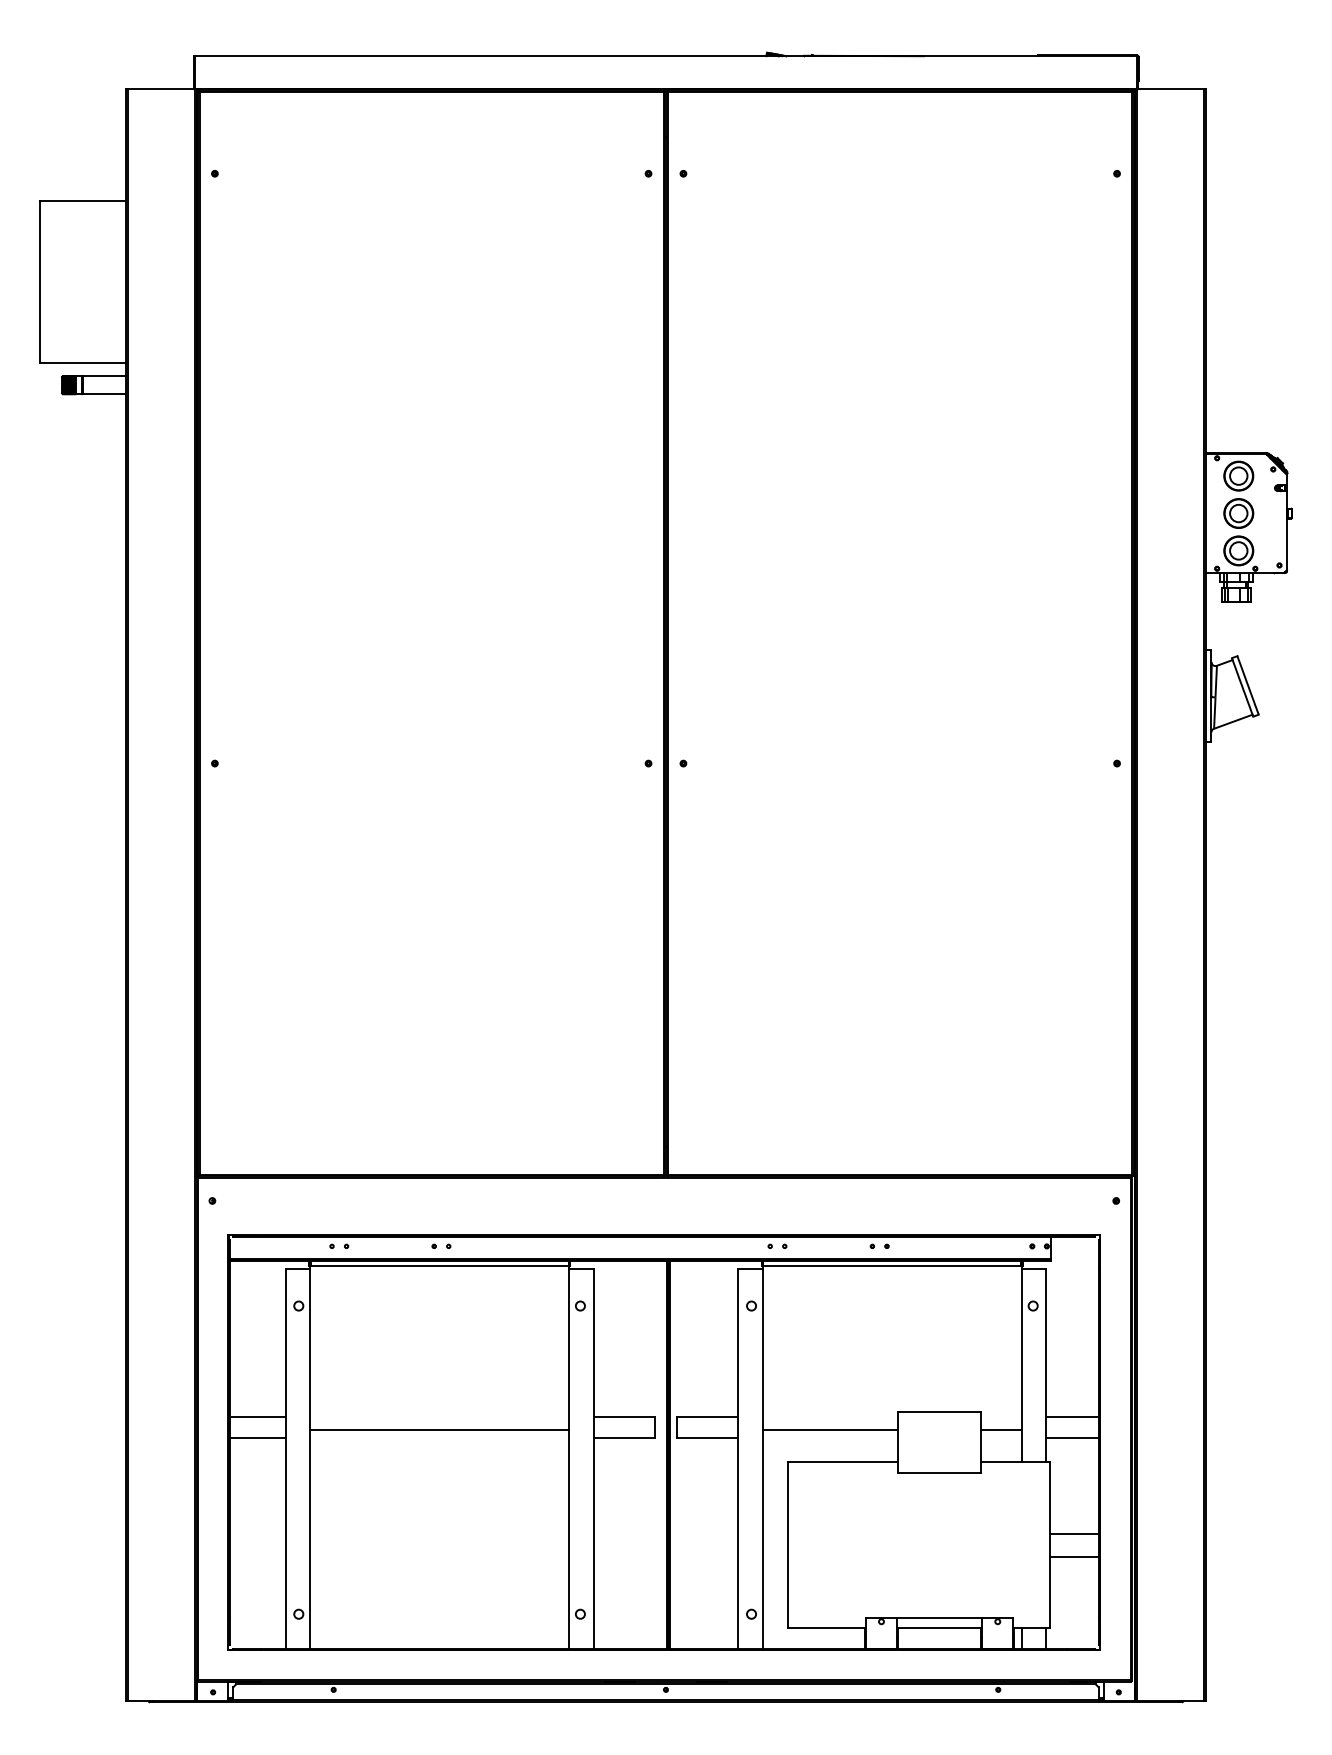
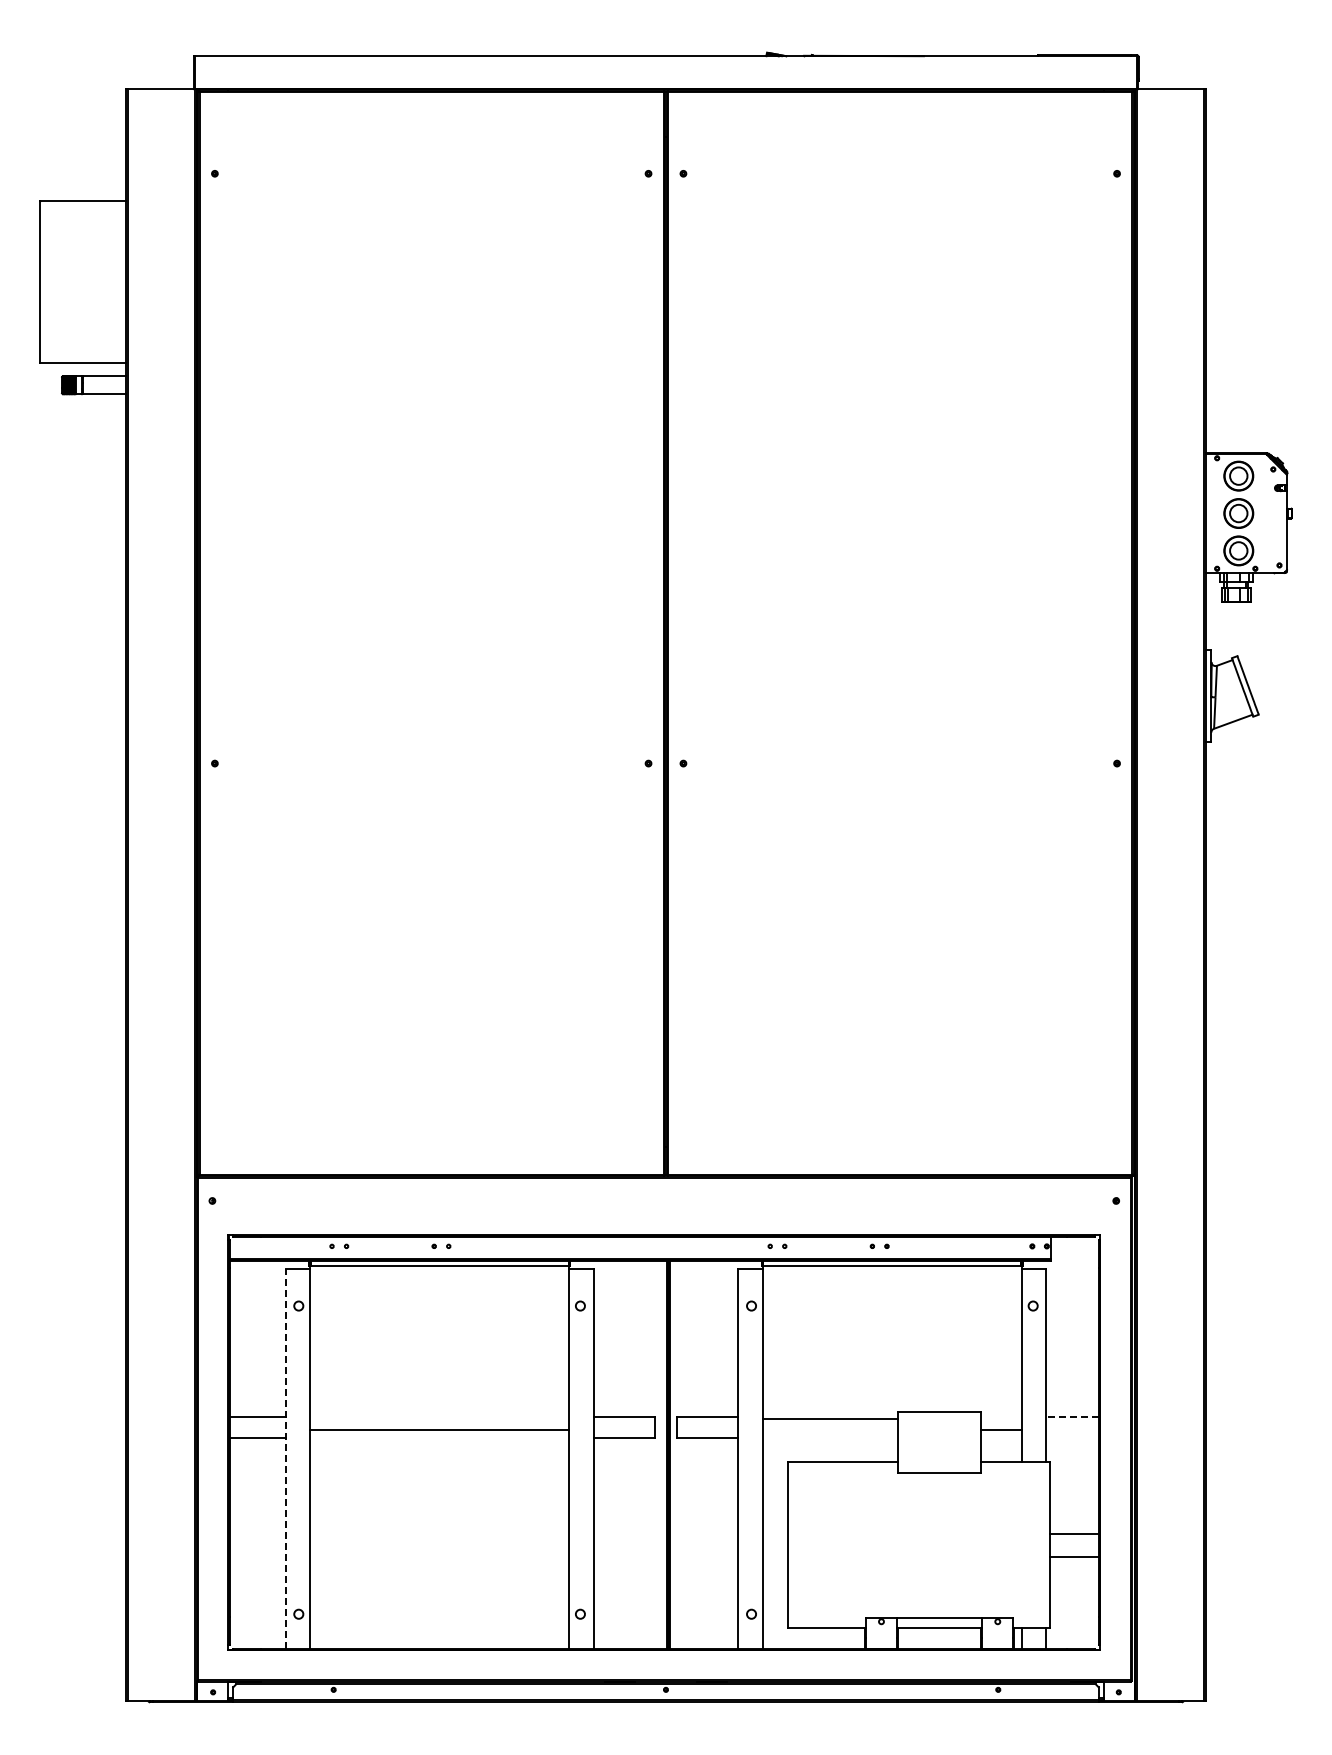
line at (1072, 1416): solid -> dashed
line at (830, 1429) position: (830, 1429) -> (830, 1418)
line at (1072, 1437): present -> none
line at (285, 1458): solid -> dashed
